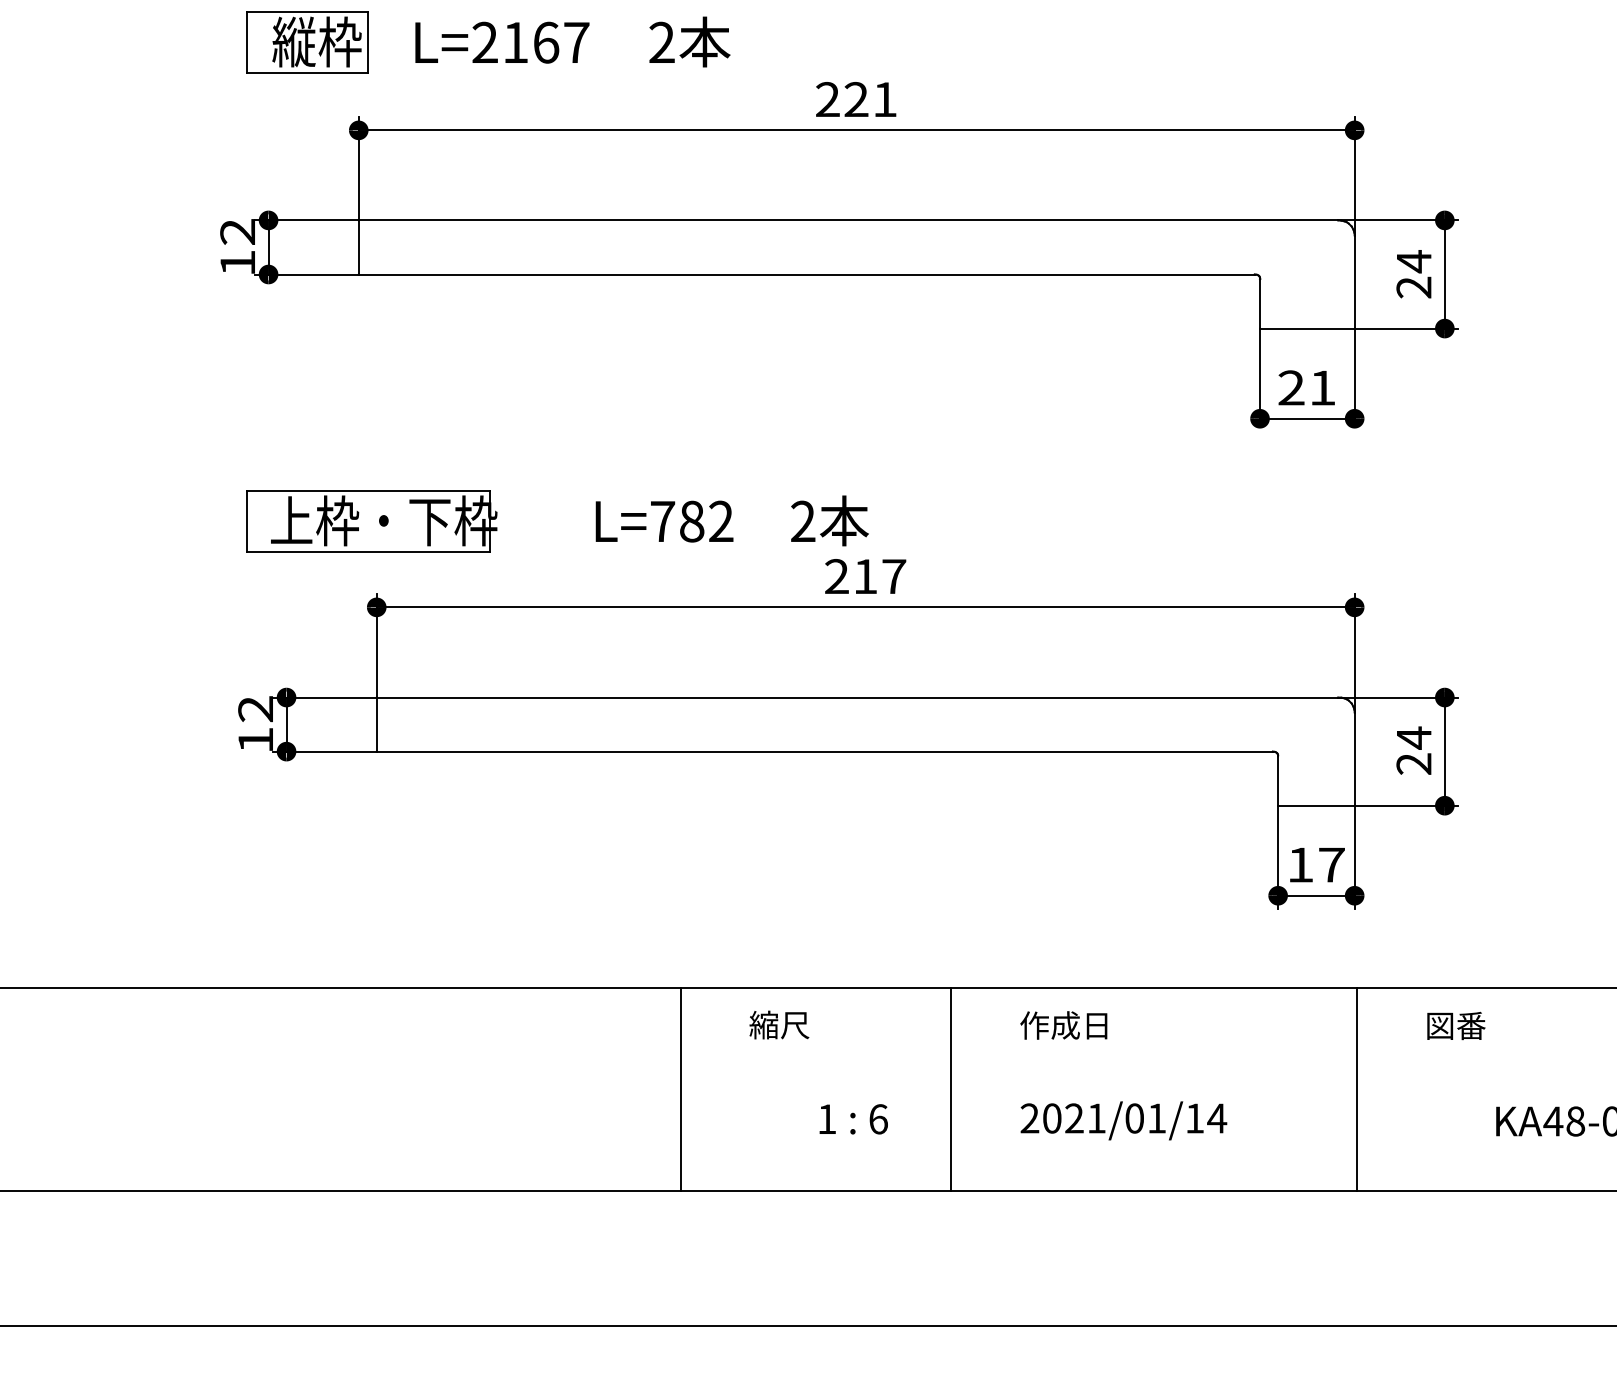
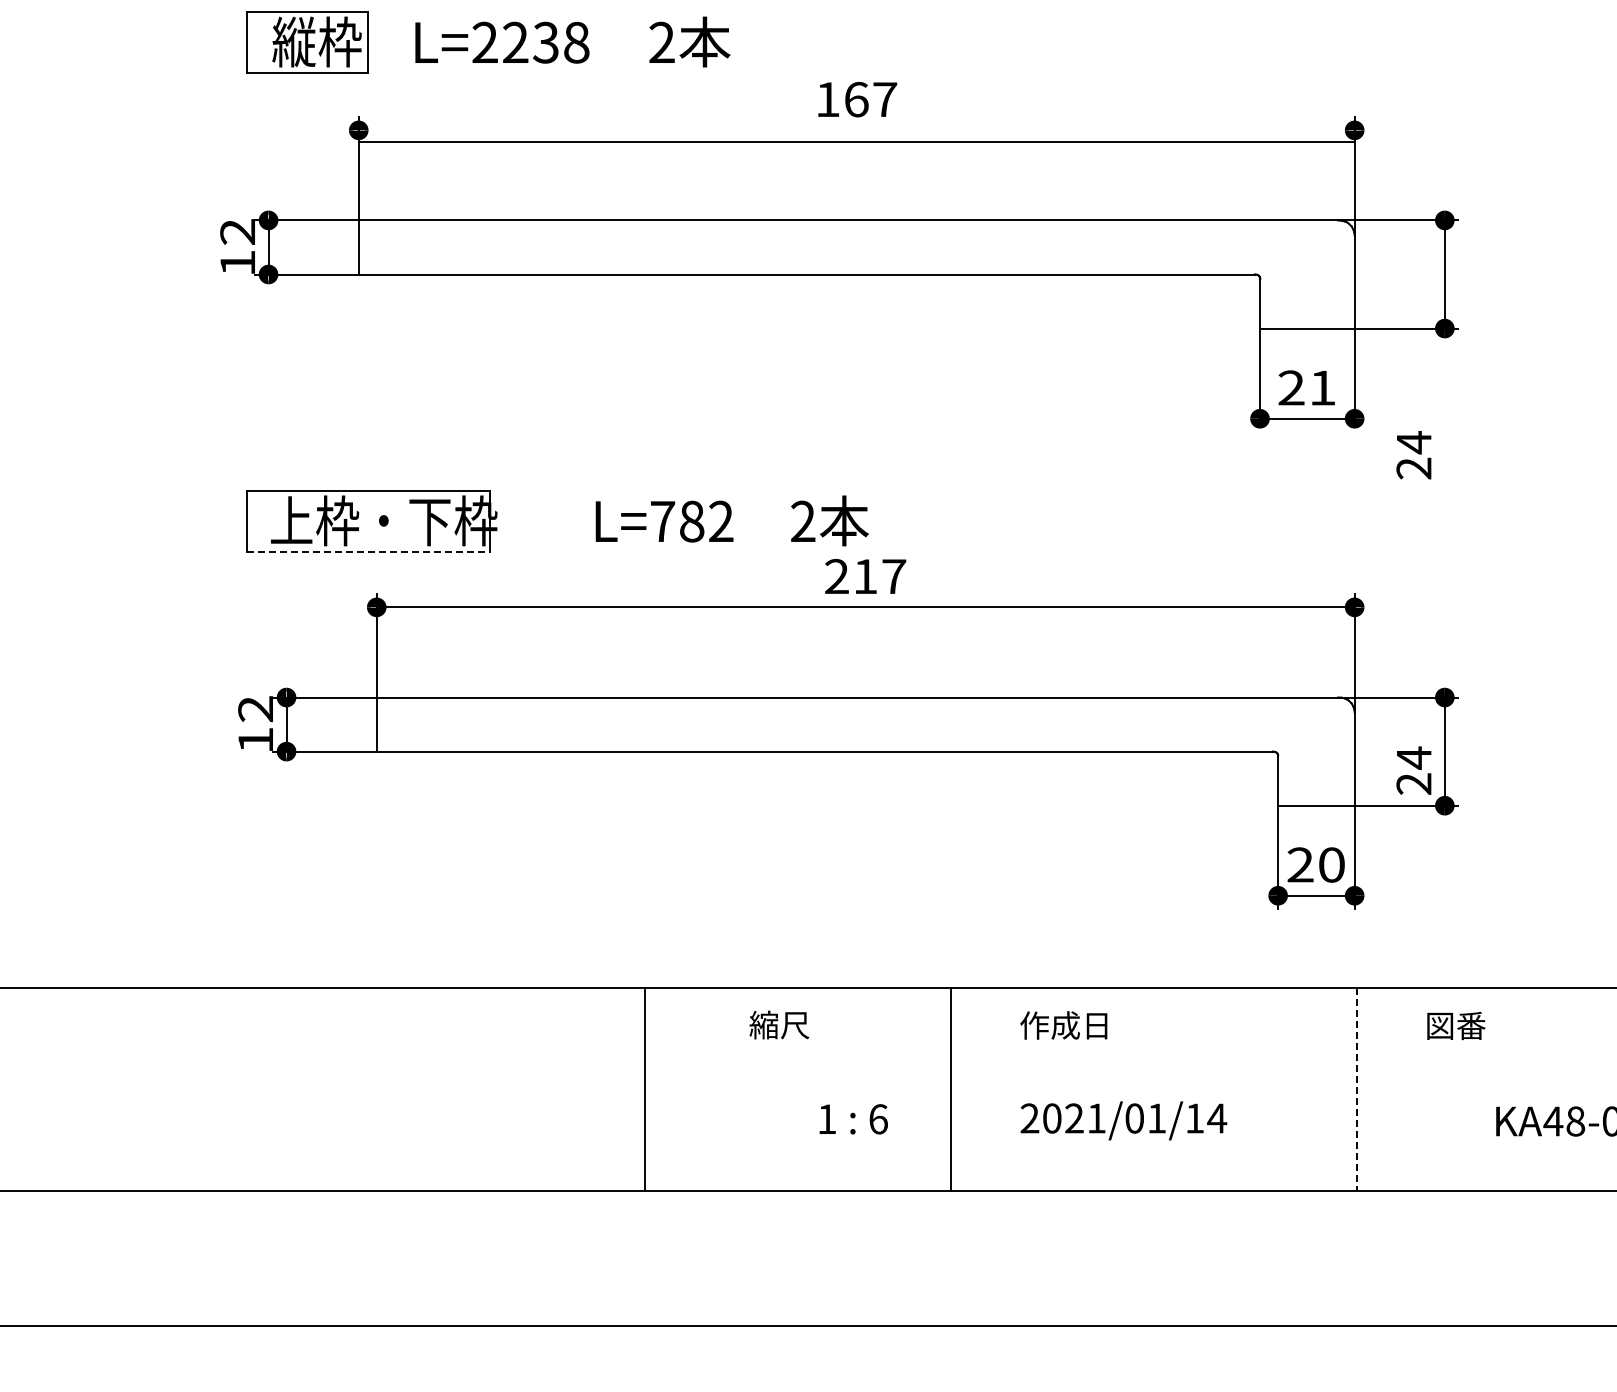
text at (546, 42): L=2167 -> L=2238
text at (856, 99): 221 -> 167
line at (856, 130) position: (856, 130) -> (856, 142)
text at (1413, 274) position: (1413, 274) -> (1413, 455)
line at (368, 552): solid -> dashed
text at (1413, 750) position: (1413, 750) -> (1413, 770)
text at (1315, 864): 17 -> 20
line at (680, 1088) position: (680, 1088) -> (644, 1088)
line at (1356, 1089): solid -> dashed
